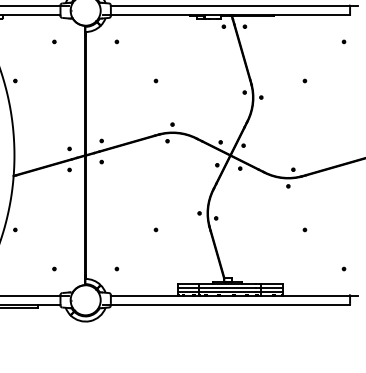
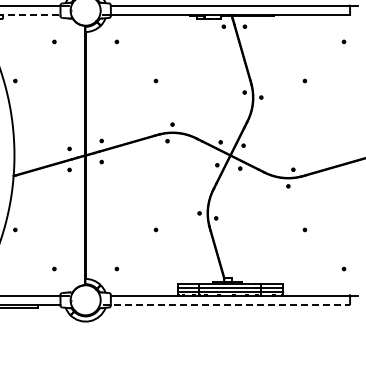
line at (30, 15): solid -> dashed
line at (226, 304): solid -> dashed
